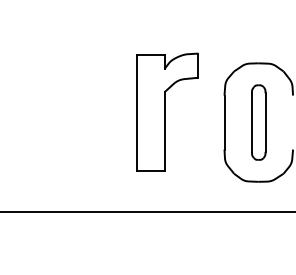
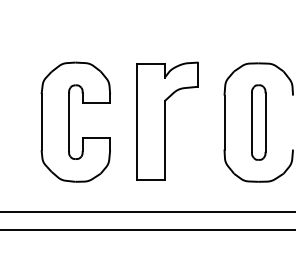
part at (167, 111) position: (167, 111) -> (167, 120)
part at (75, 121): none -> present
line at (147, 229): none -> present
